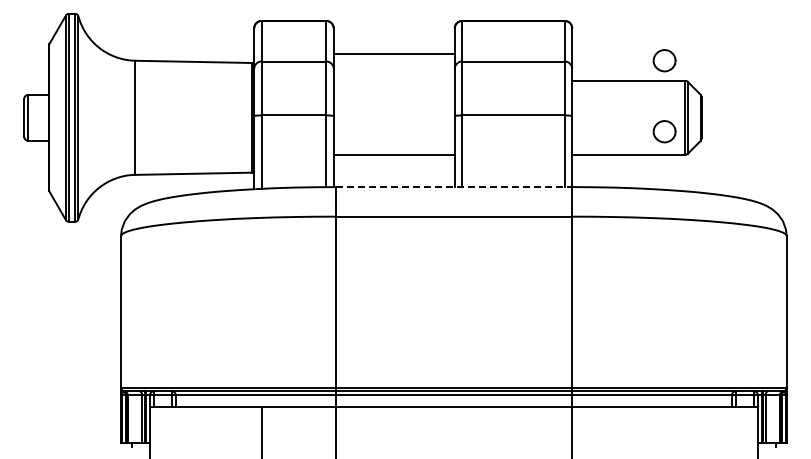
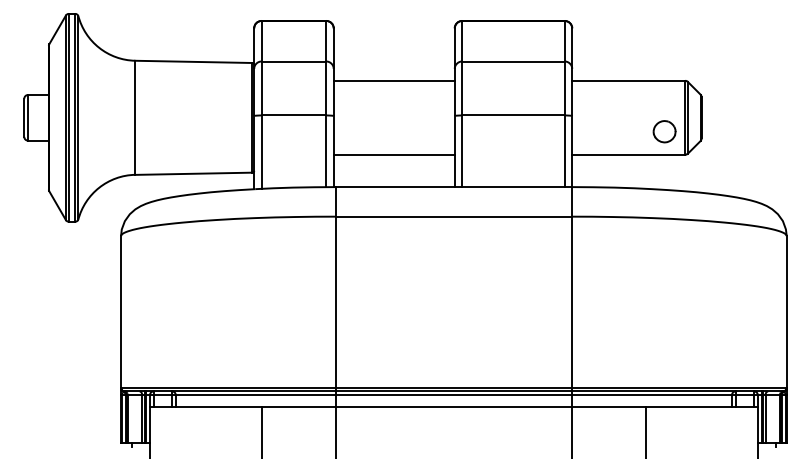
line at (393, 53) position: (393, 53) -> (393, 80)
part at (664, 60): present -> none
line at (454, 187): dashed -> solid
line at (645, 430): none -> present
